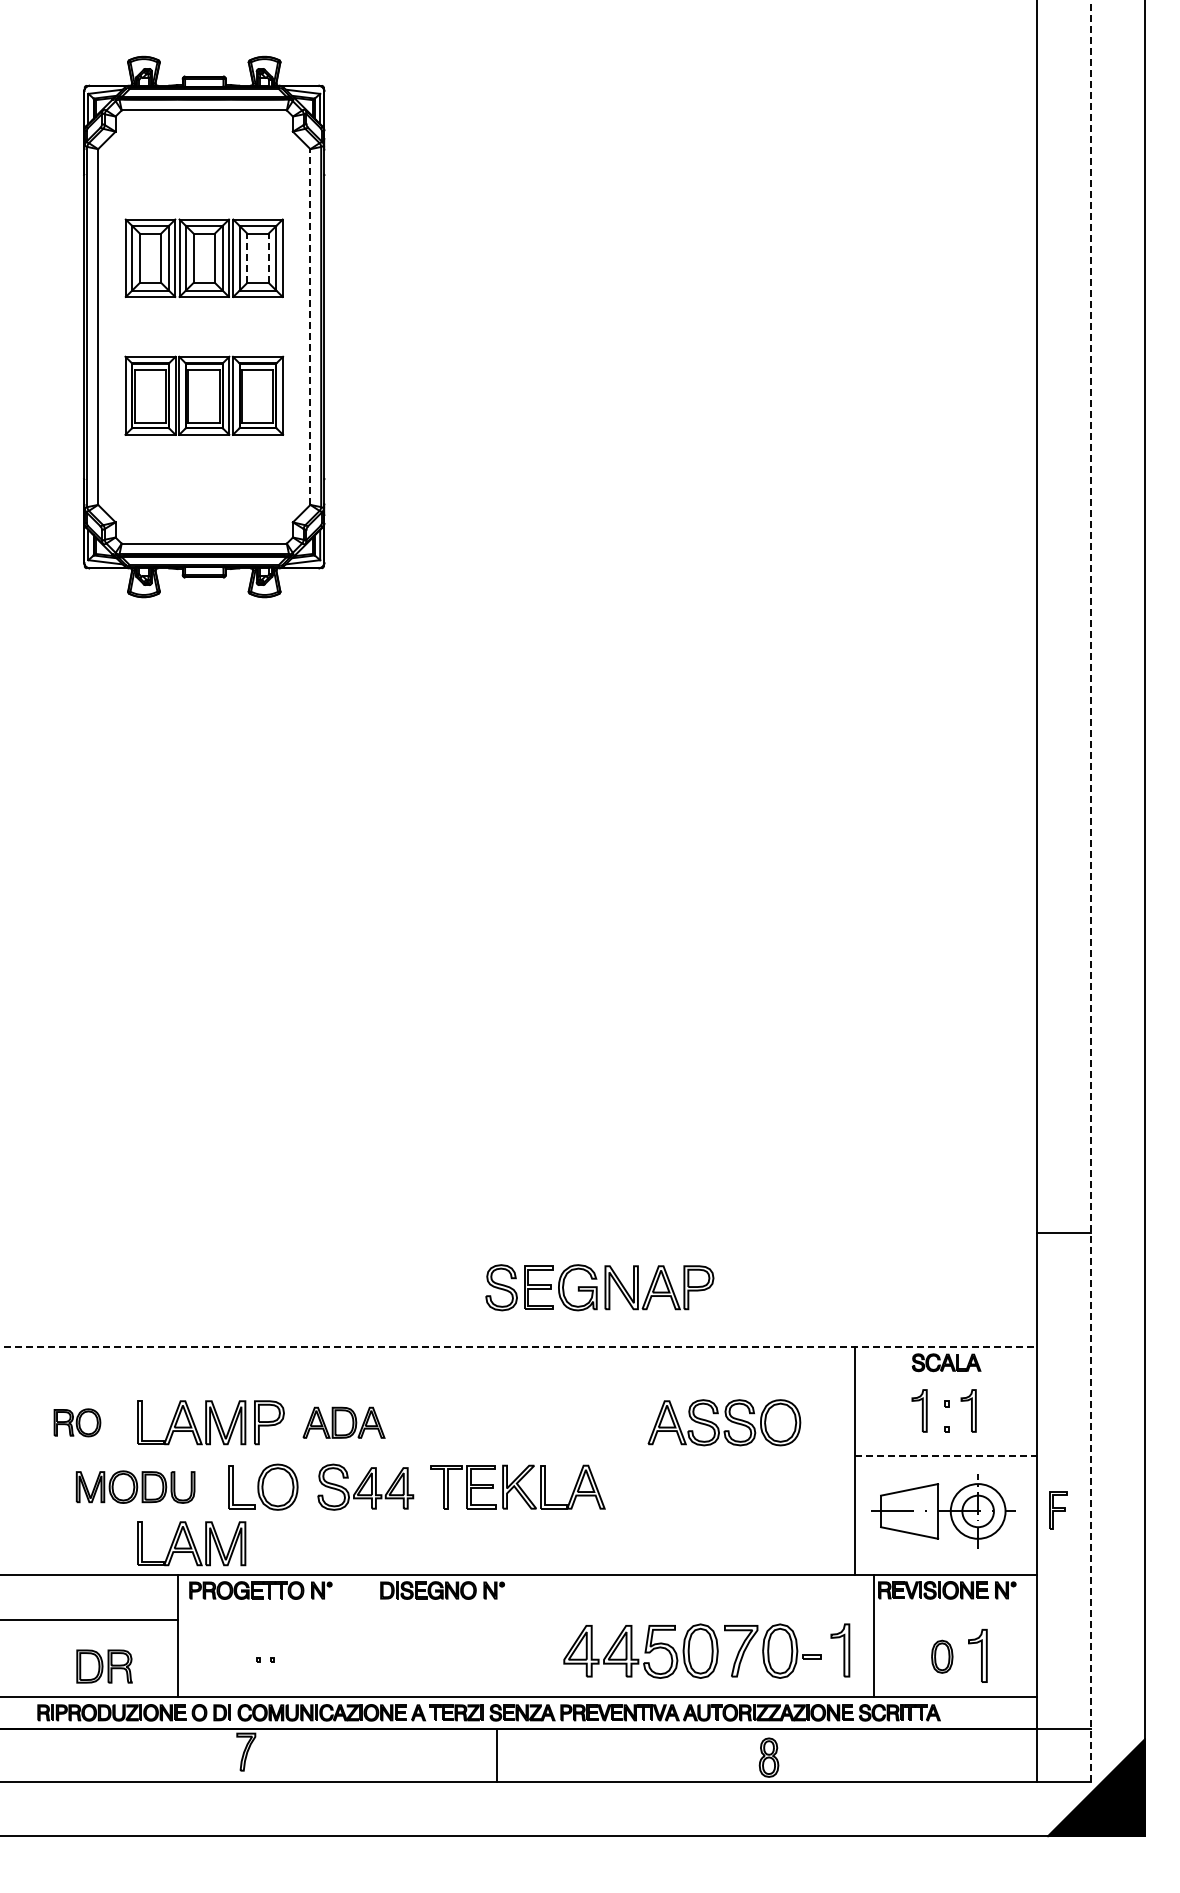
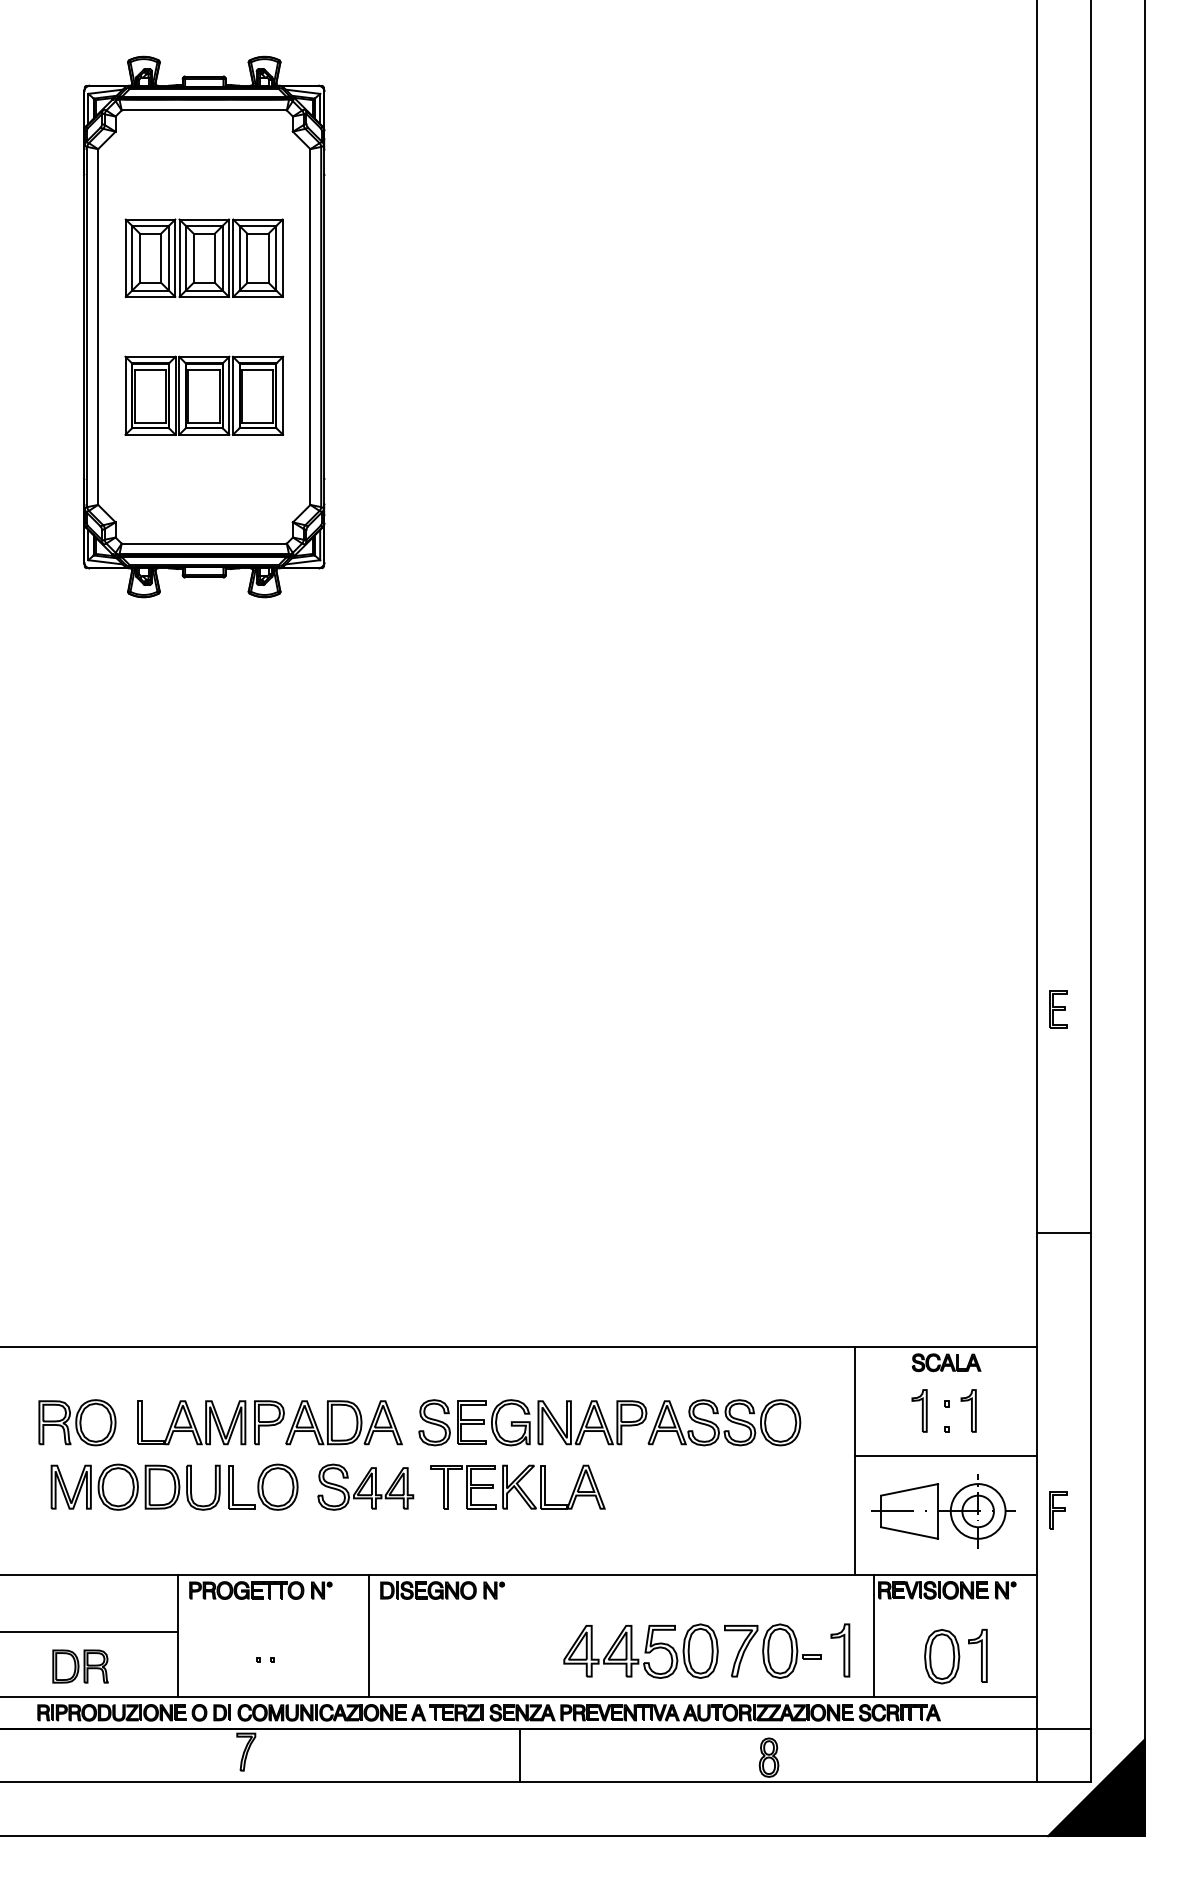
line at (247, 258): dashed -> solid
line at (268, 258): dashed -> solid
line at (310, 327): dashed -> solid
line at (1091, 891): dashed -> solid
part at (1058, 1009): none -> present
part at (599, 1287) position: (599, 1287) -> (532, 1422)
line at (519, 1347): dashed -> solid
part at (77, 1422) size: 49x30 px -> 79x48 px
part at (343, 1422) size: 84x33 px -> 118x46 px
line at (946, 1455): dashed -> solid
part at (135, 1486) size: 121x34 px -> 171x48 px
part at (191, 1543): present -> none
line at (89, 1620) position: (89, 1620) -> (89, 1632)
line at (368, 1635): none -> present
part at (942, 1656) size: 23x35 px -> 37x56 px
part at (104, 1666) position: (104, 1666) -> (80, 1666)
line at (497, 1755) position: (497, 1755) -> (520, 1755)
